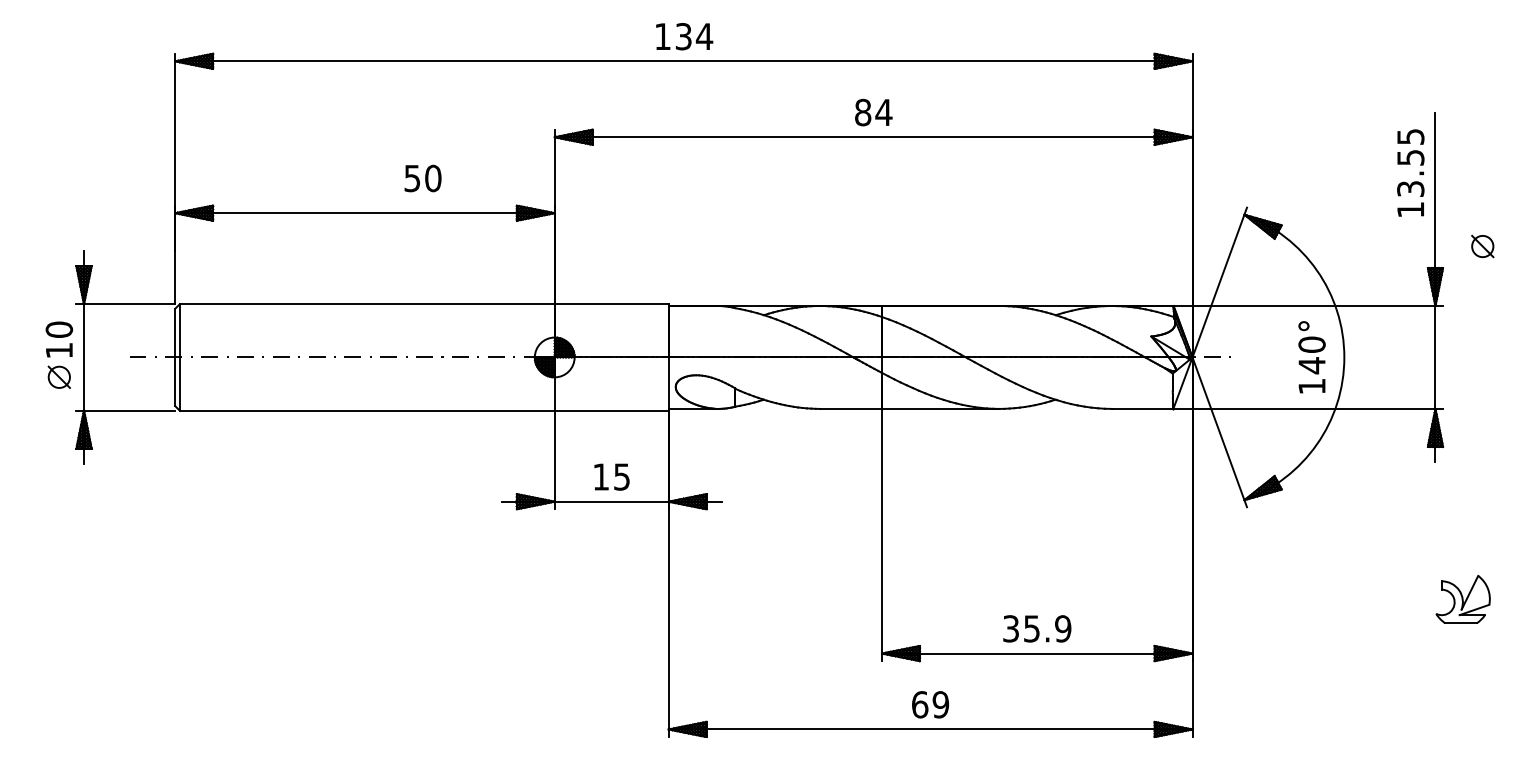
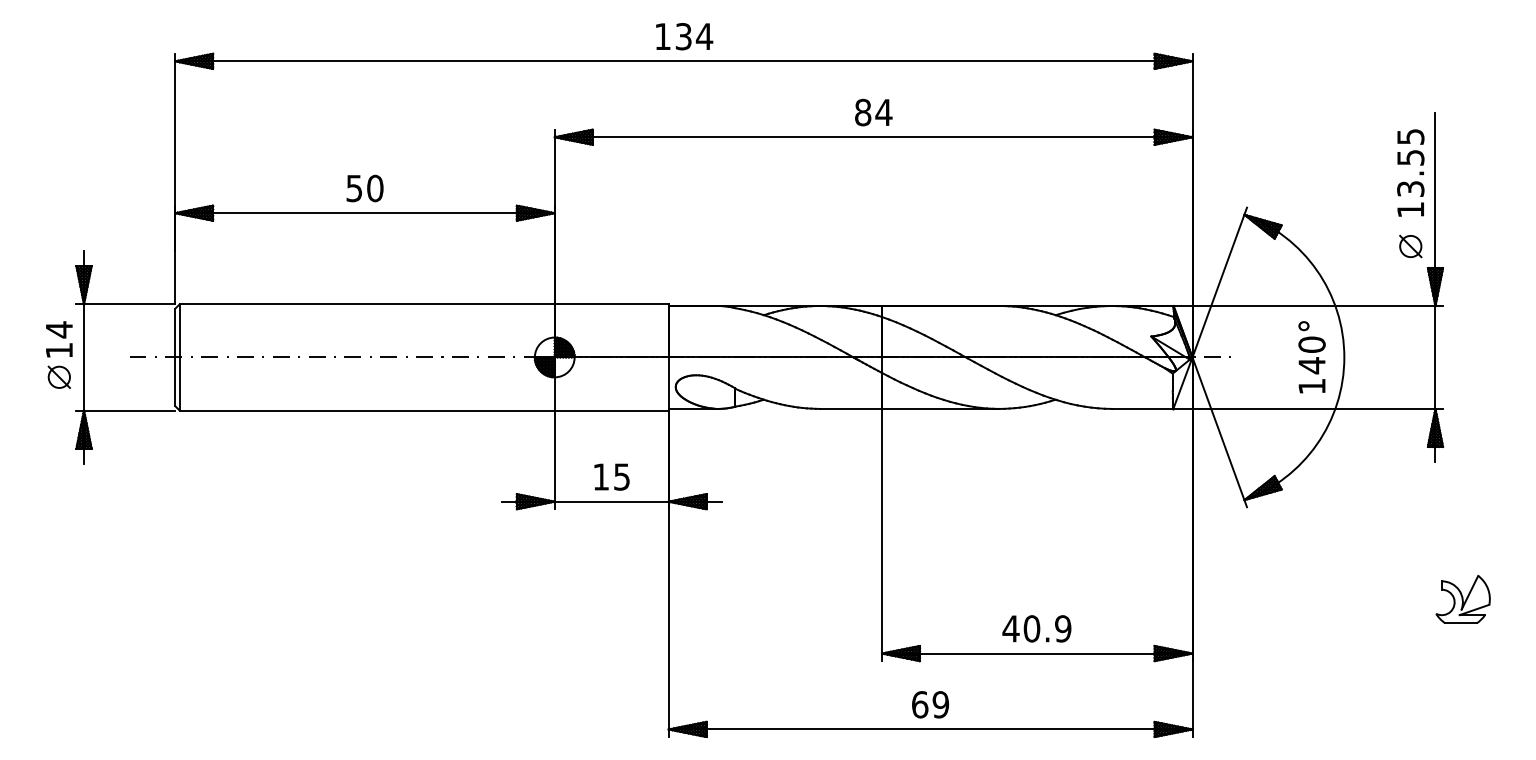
text at (422, 178) position: (422, 178) -> (364, 188)
part at (1482, 246) position: (1482, 246) -> (1410, 246)
text at (59, 329): 10 -> 14
text at (1021, 628): 35.9 -> 40.9
